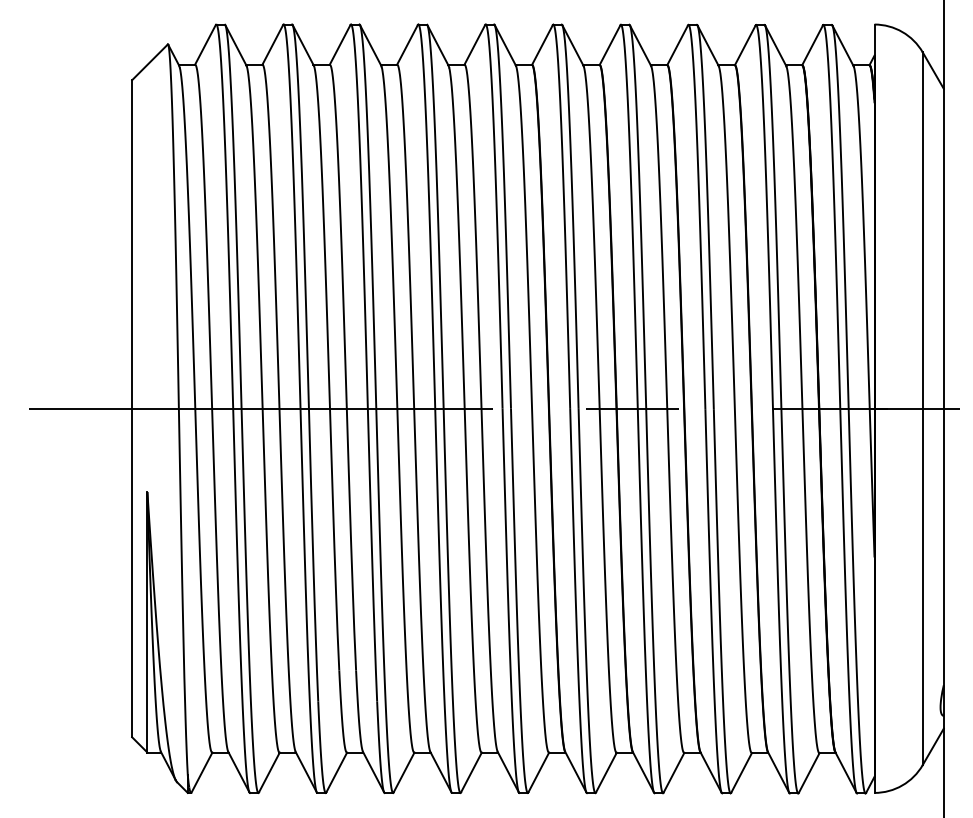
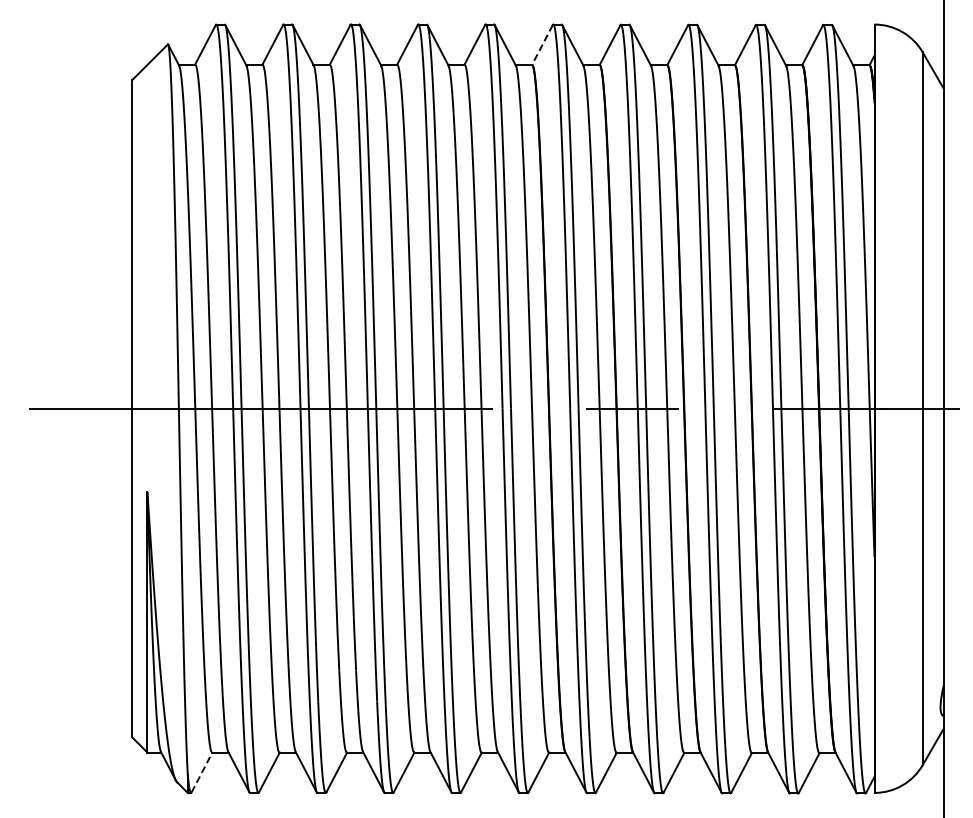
line at (542, 45): solid -> dashed
line at (202, 772): solid -> dashed
